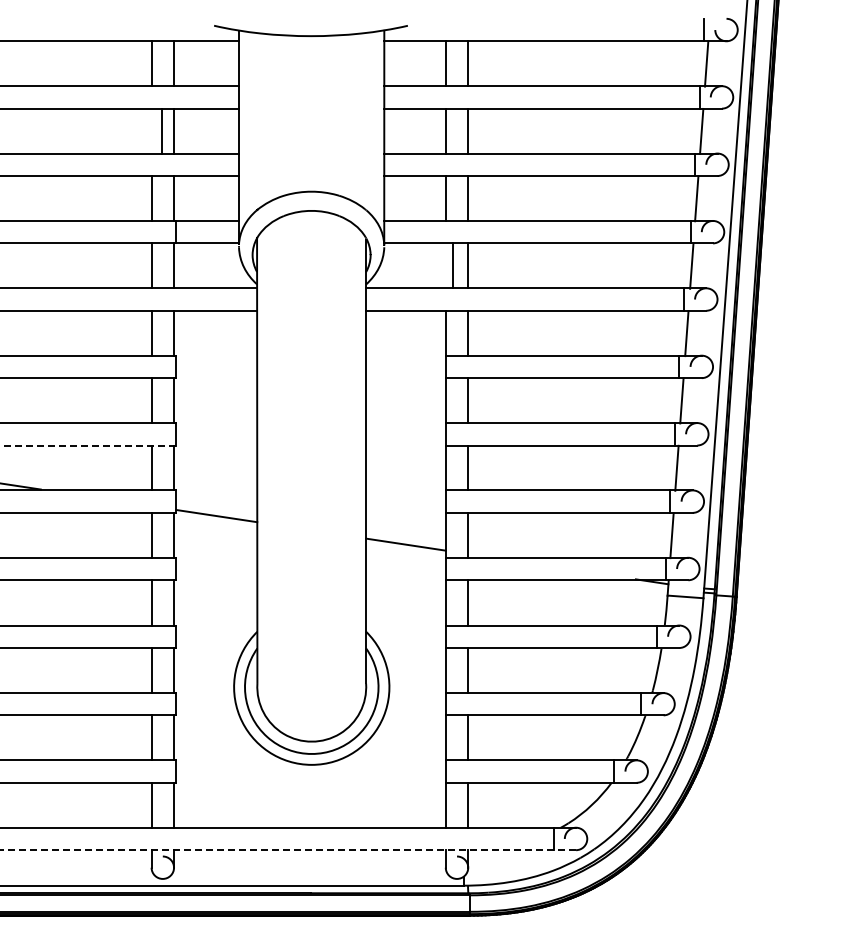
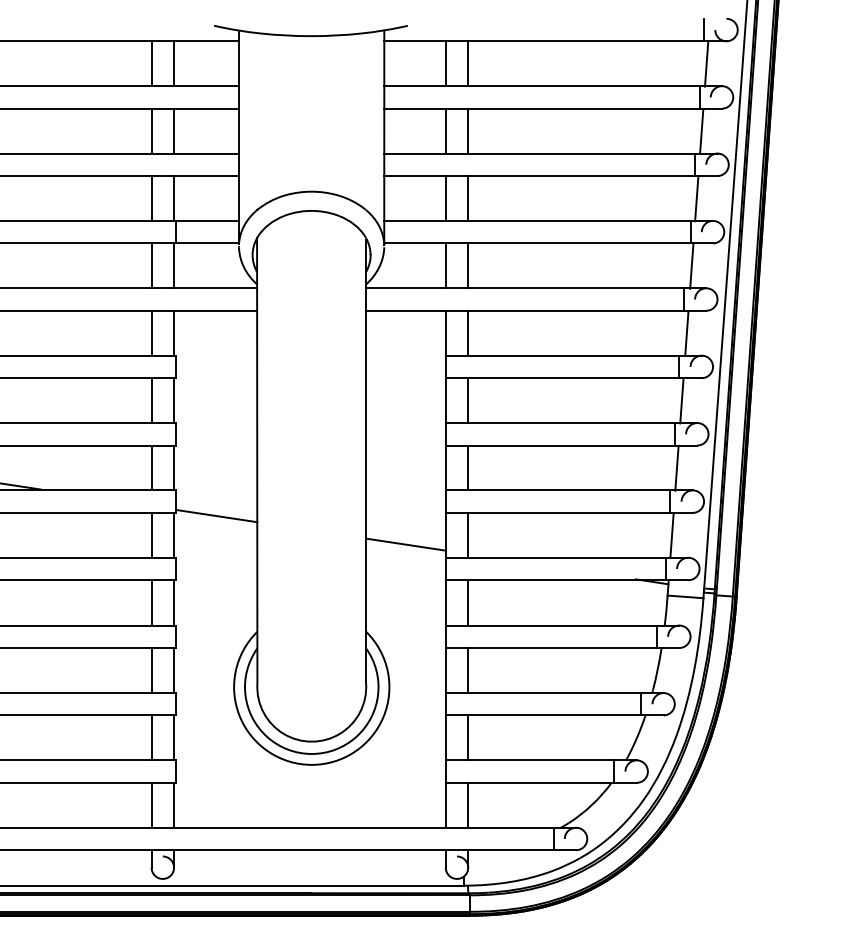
line at (161, 130) position: (161, 130) -> (151, 130)
line at (452, 265) position: (452, 265) -> (445, 265)
line at (88, 445): dashed -> solid
line at (288, 850): dashed -> solid
